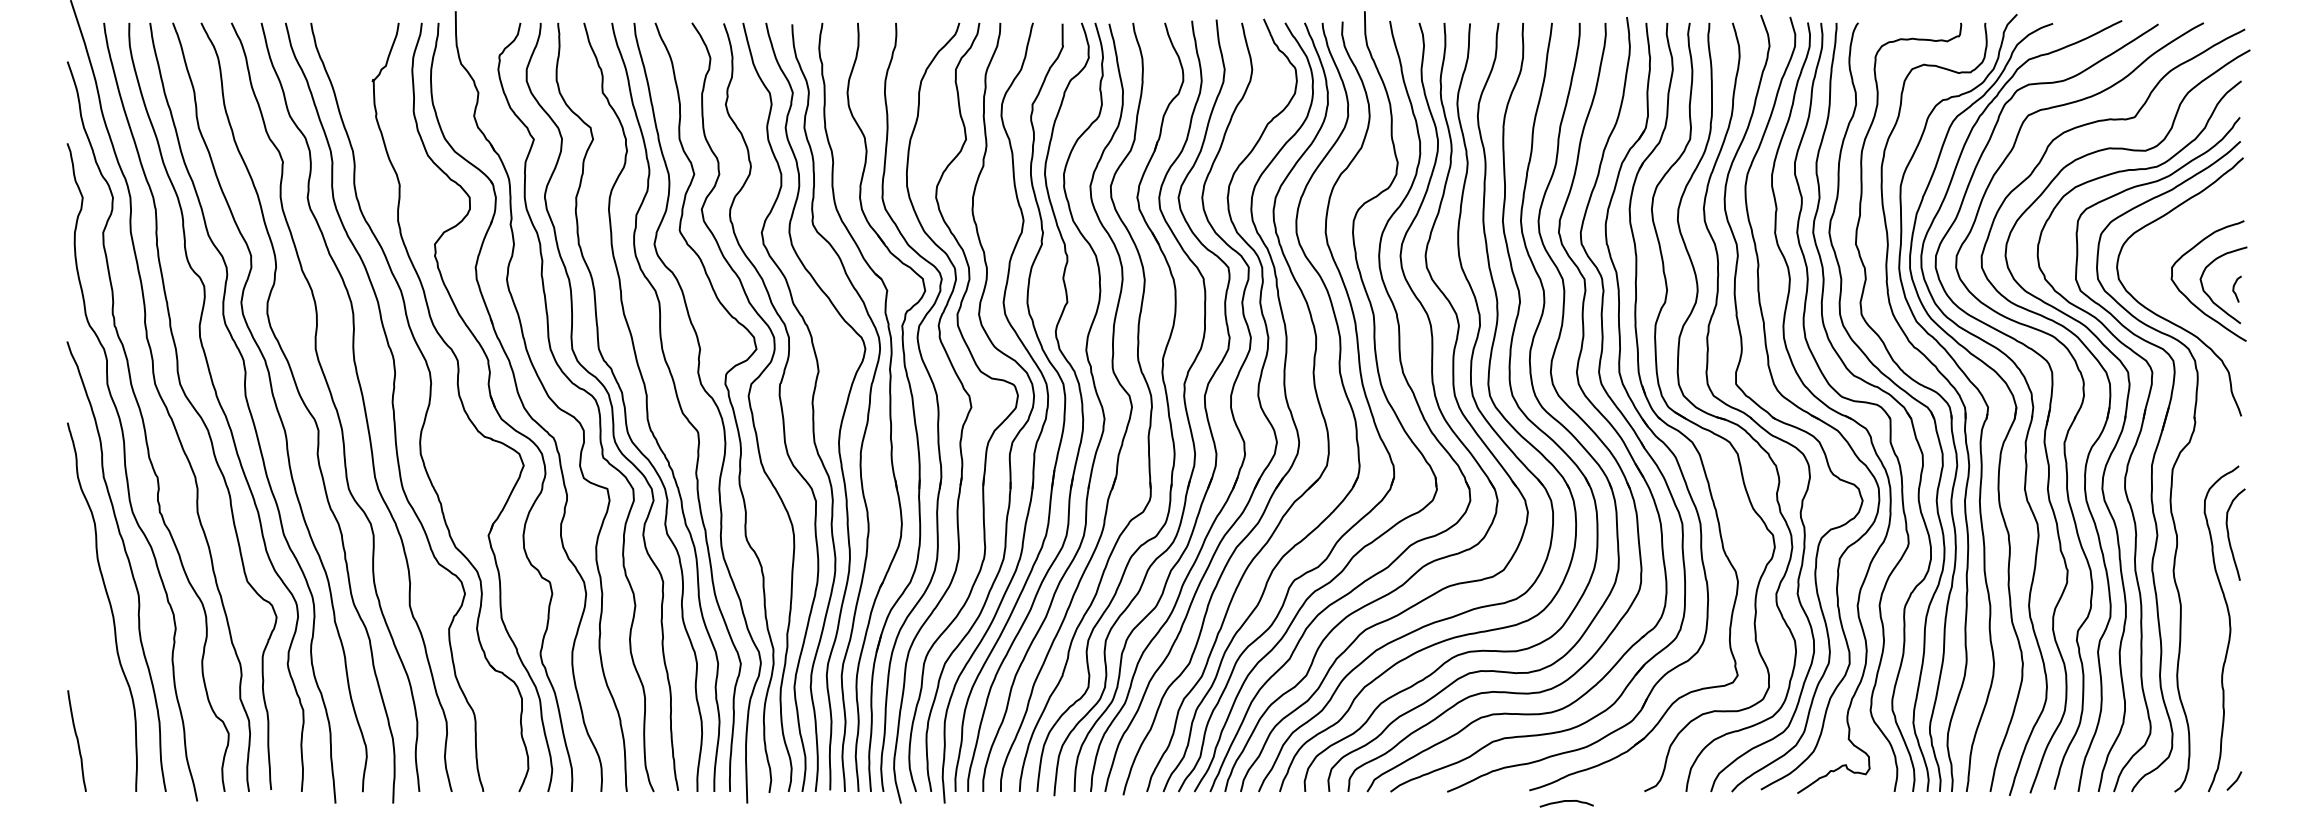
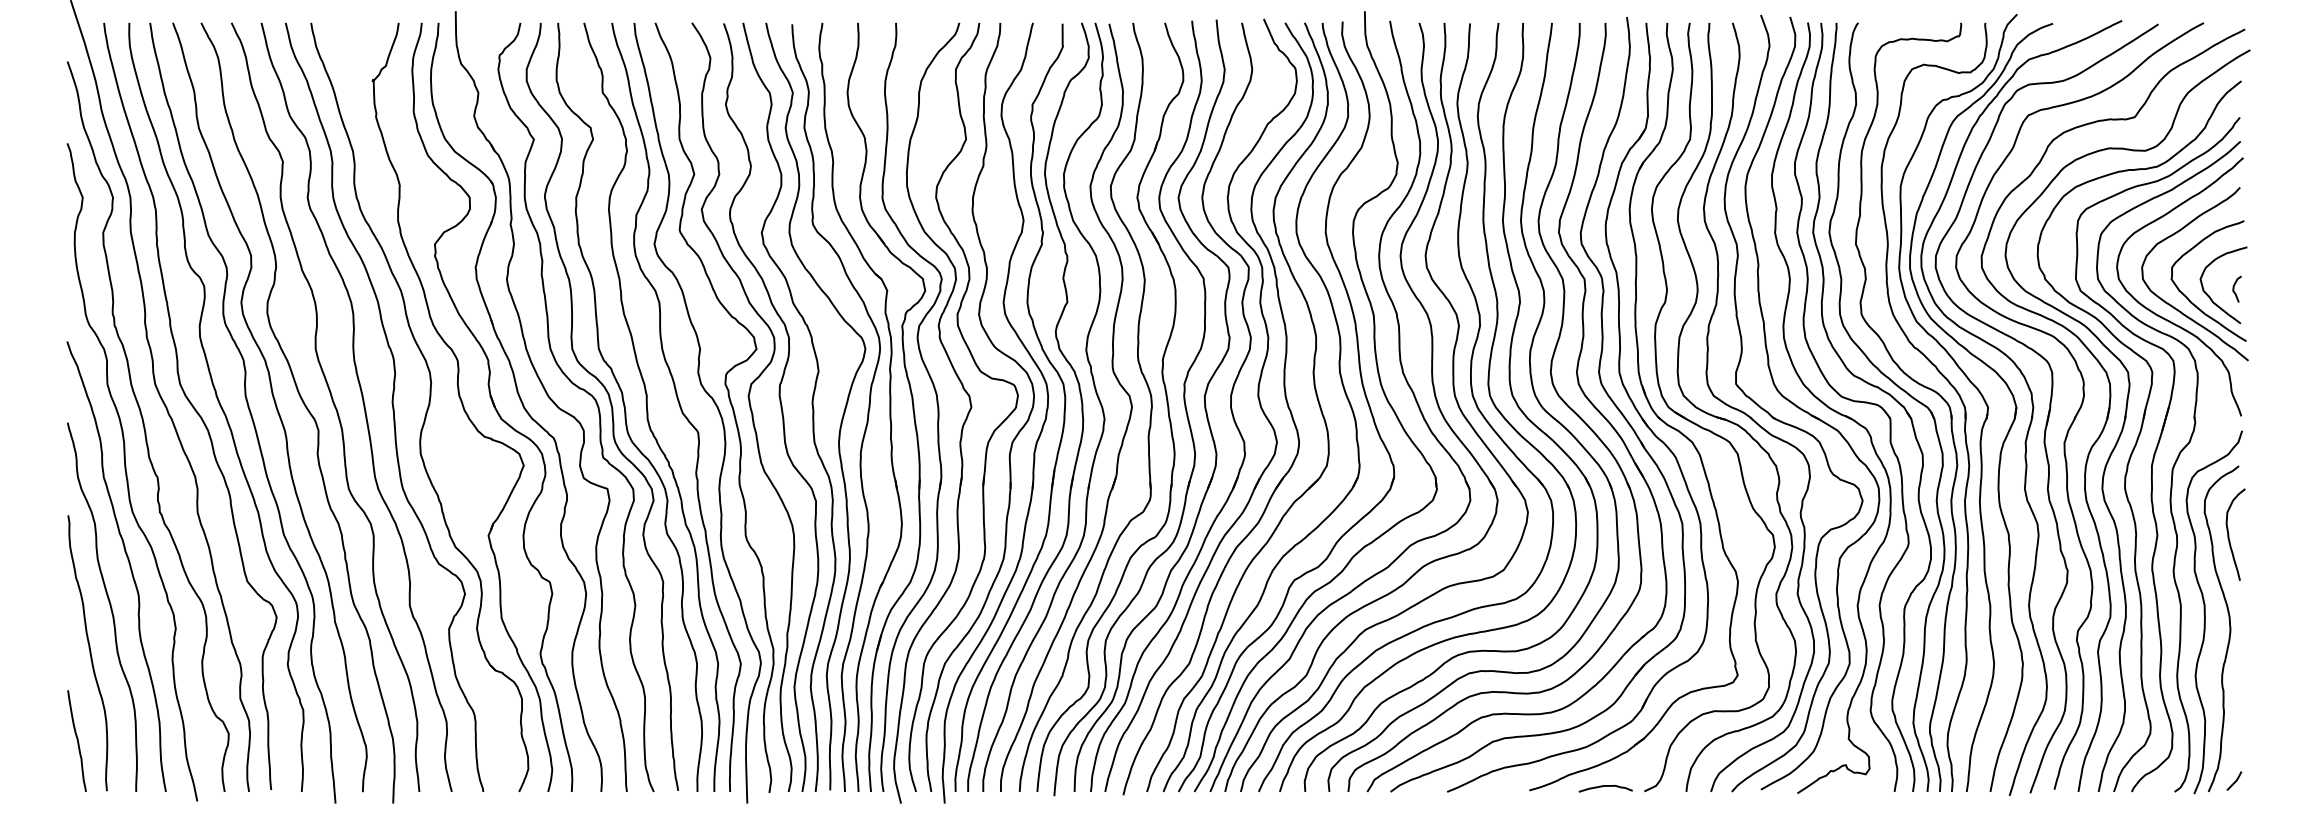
curve at (2174, 306): none -> present
curve at (2205, 612): none -> present
curve at (89, 653): none -> present
curve at (1566, 801) position: (1566, 801) -> (1605, 786)
